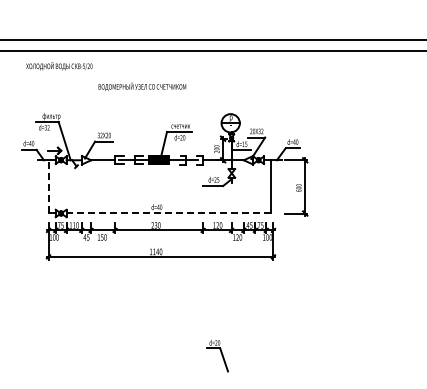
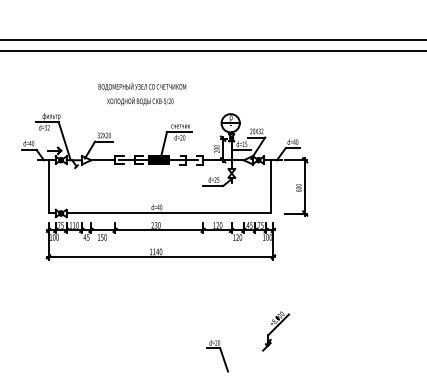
text at (59, 66) position: (59, 66) -> (140, 101)
line at (48, 186): dashed -> solid
line at (168, 213): dashed -> solid
part at (276, 331): none -> present
